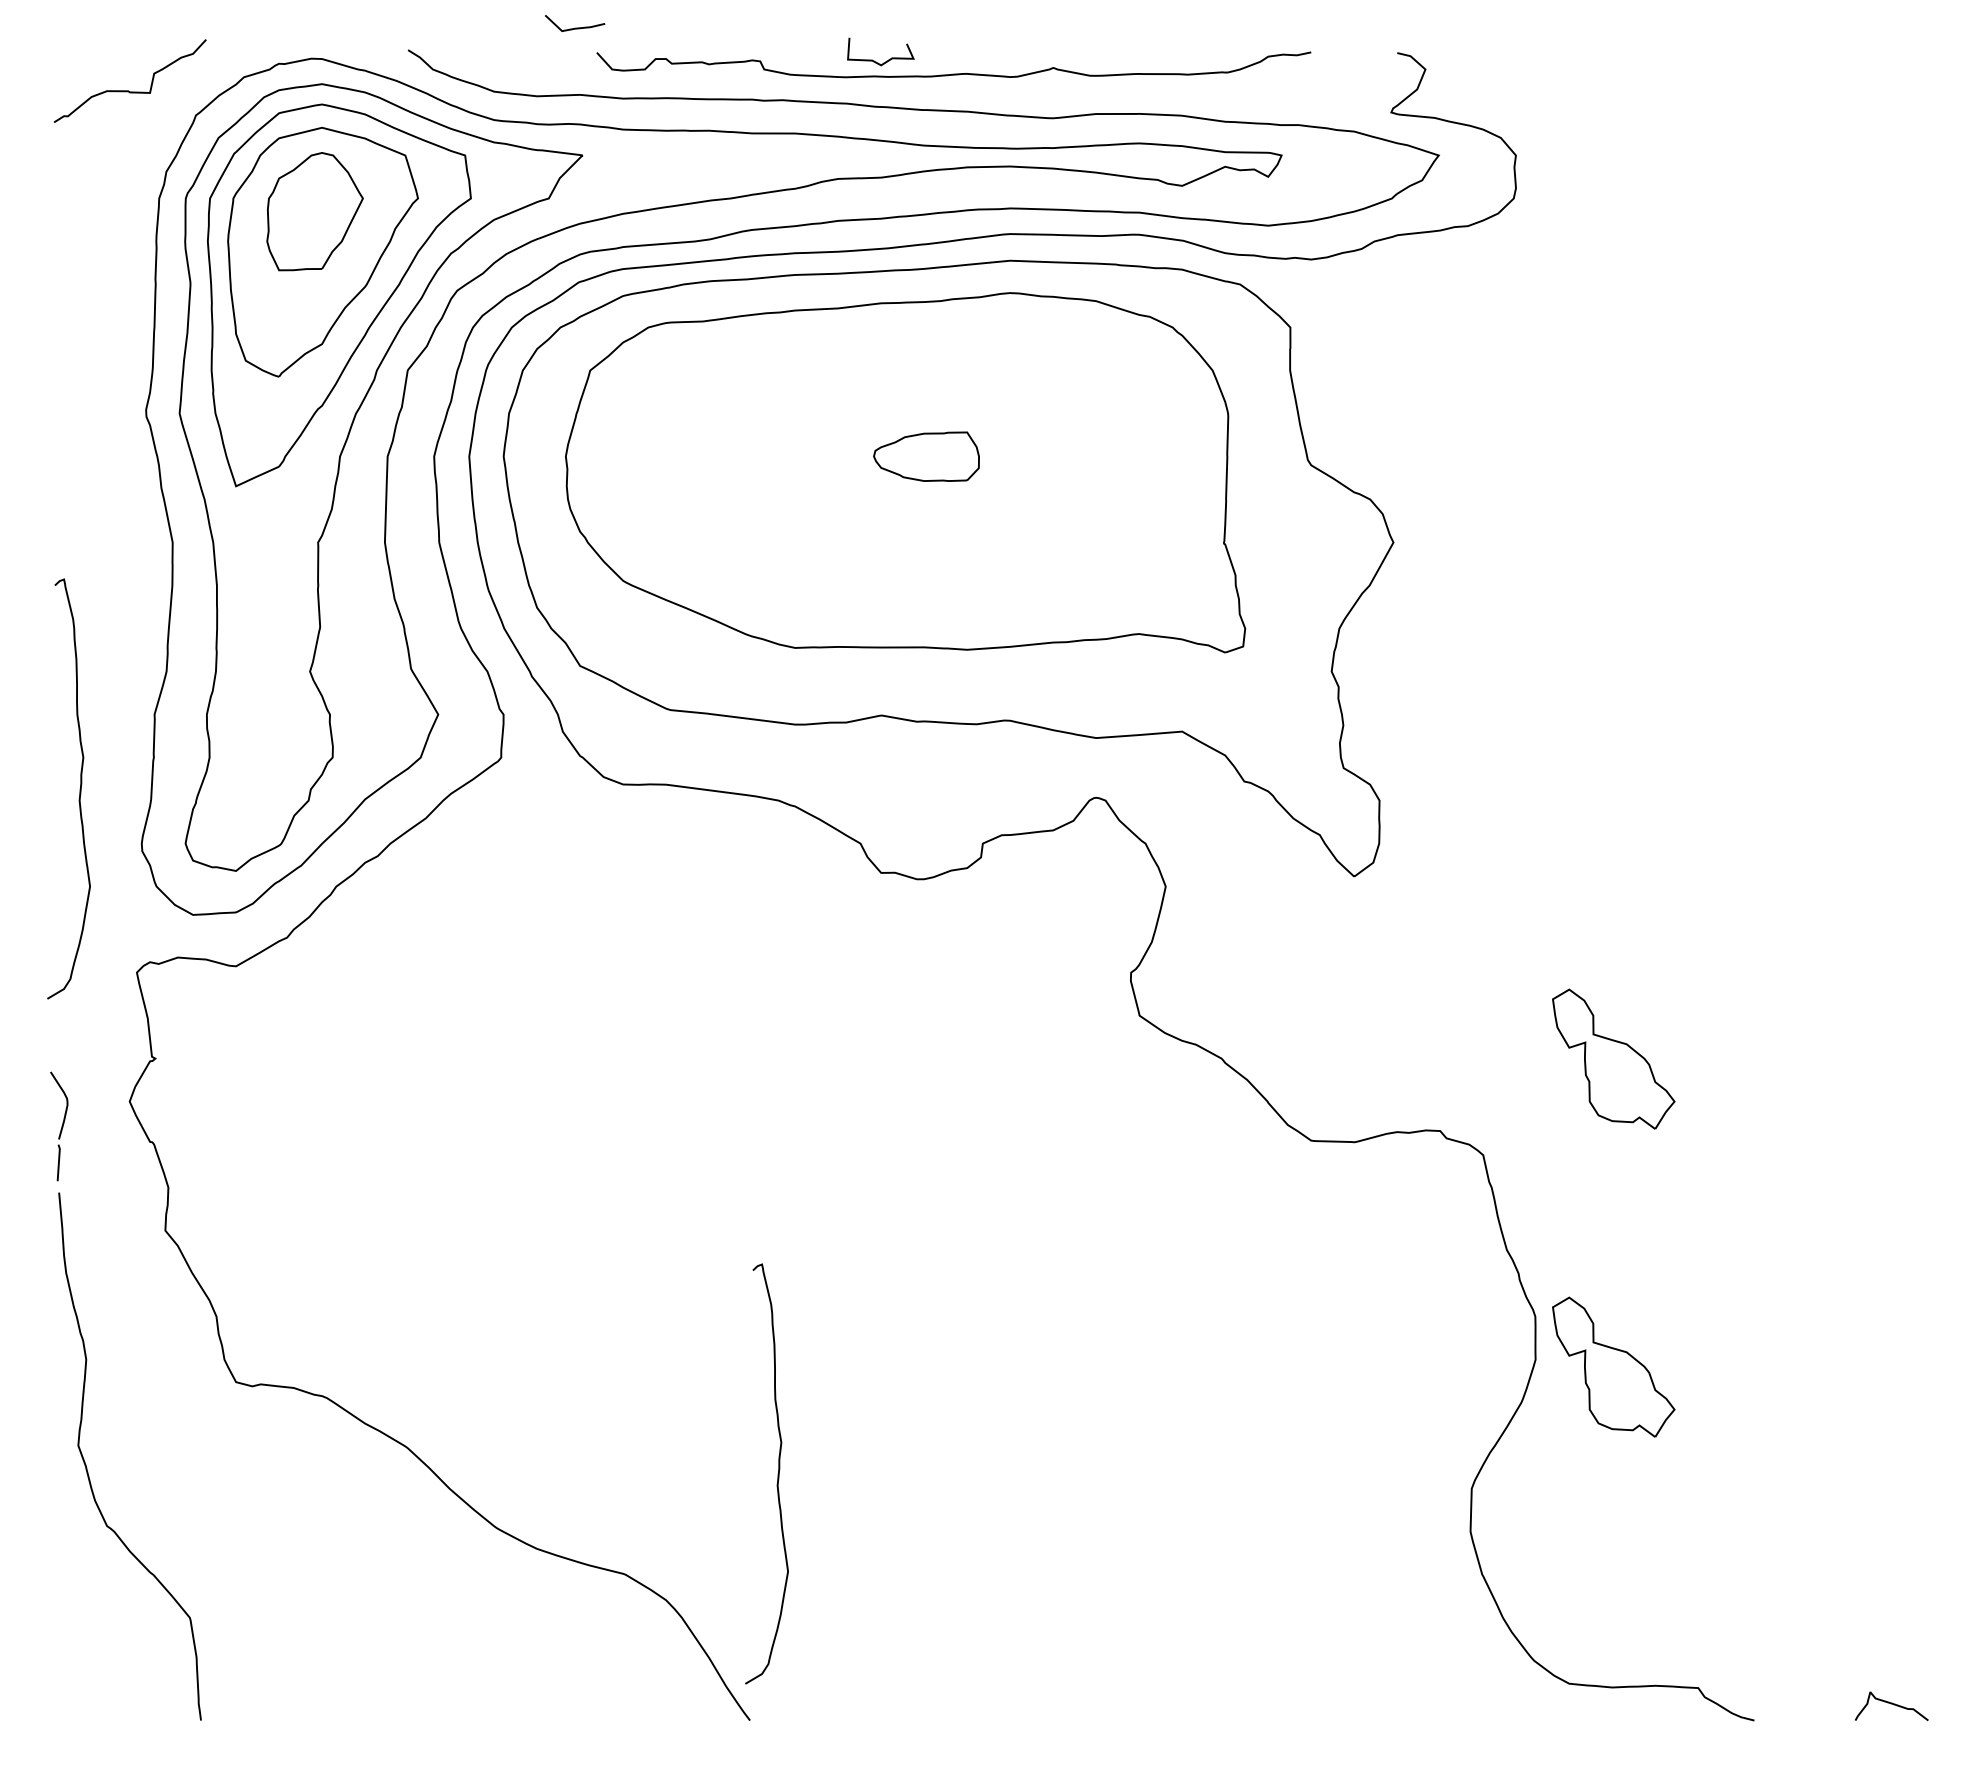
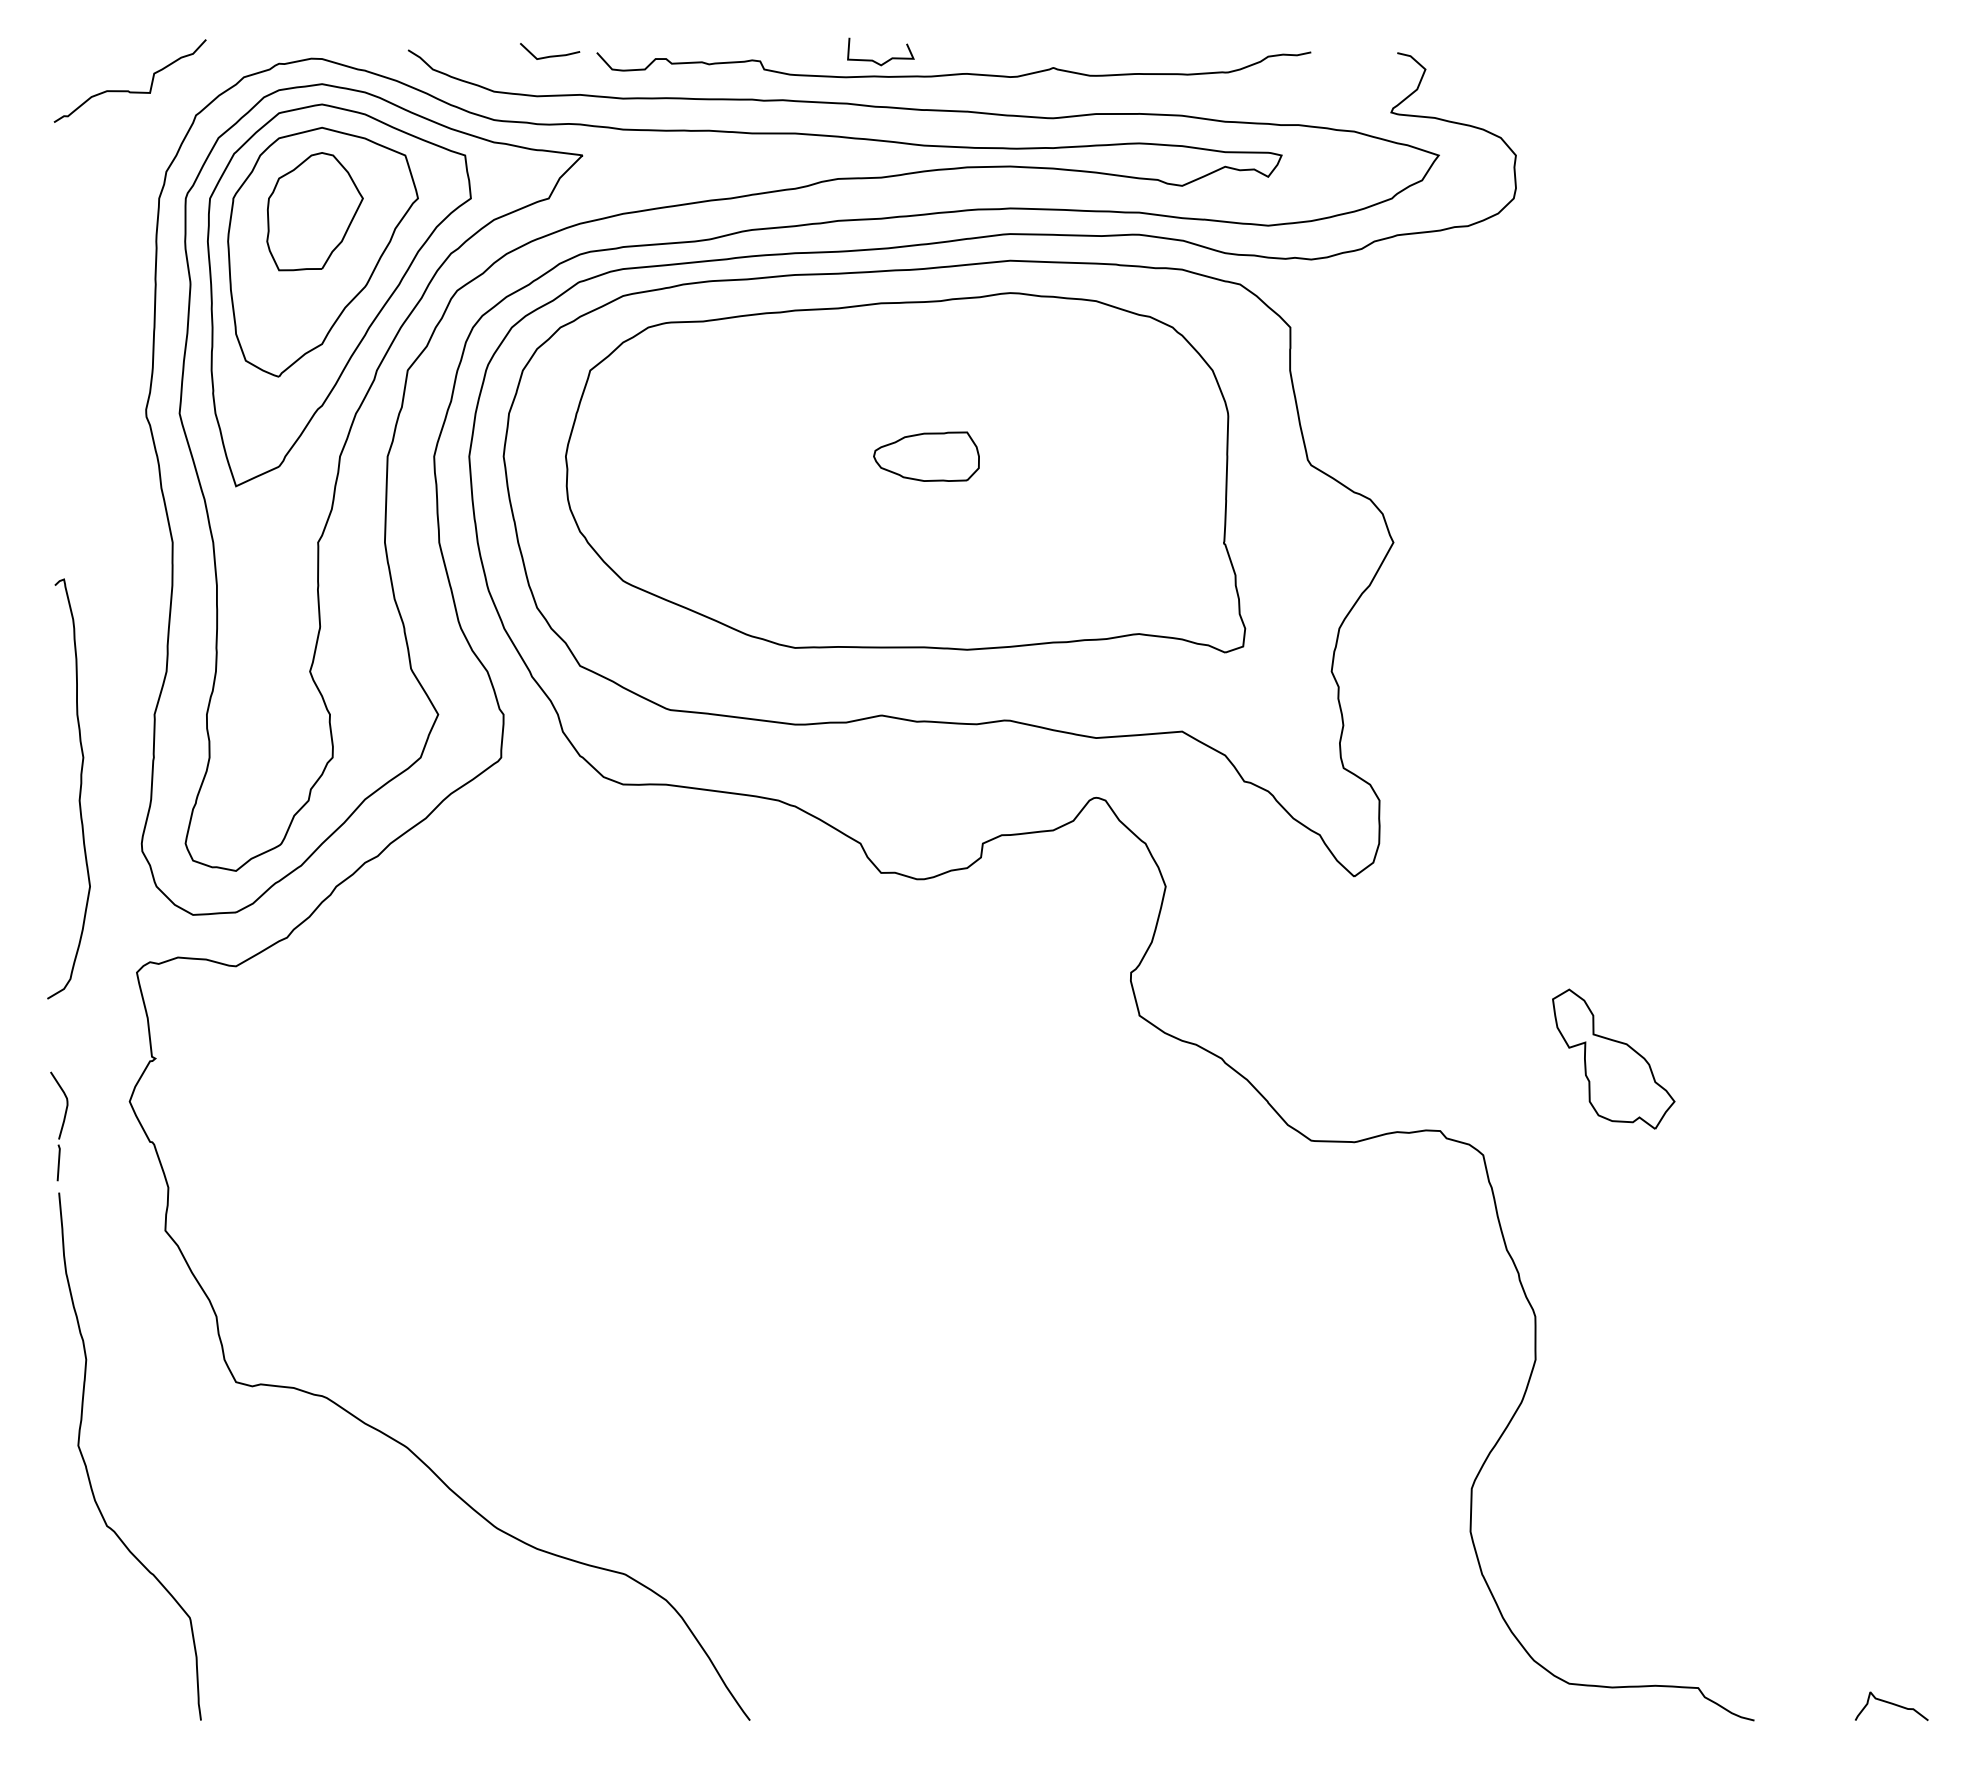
line at (575, 27) position: (575, 27) -> (550, 55)
part at (1613, 1366): present -> none
curve at (777, 1473): present -> none
